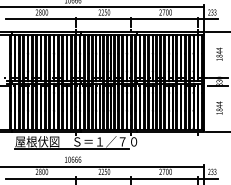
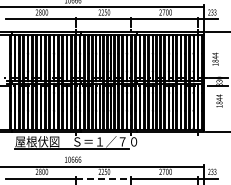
text at (219, 53) position: (219, 53) -> (215, 58)
text at (219, 107) position: (219, 107) -> (219, 100)
line at (103, 178): solid -> dashed
